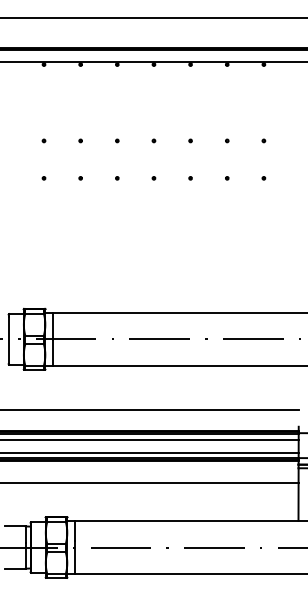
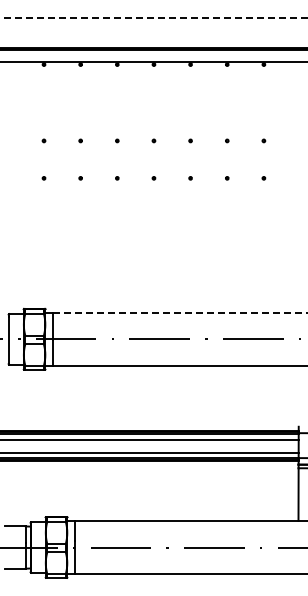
line at (154, 17): solid -> dashed
line at (180, 312): solid -> dashed
line at (150, 409): present -> none
line at (150, 482): present -> none
